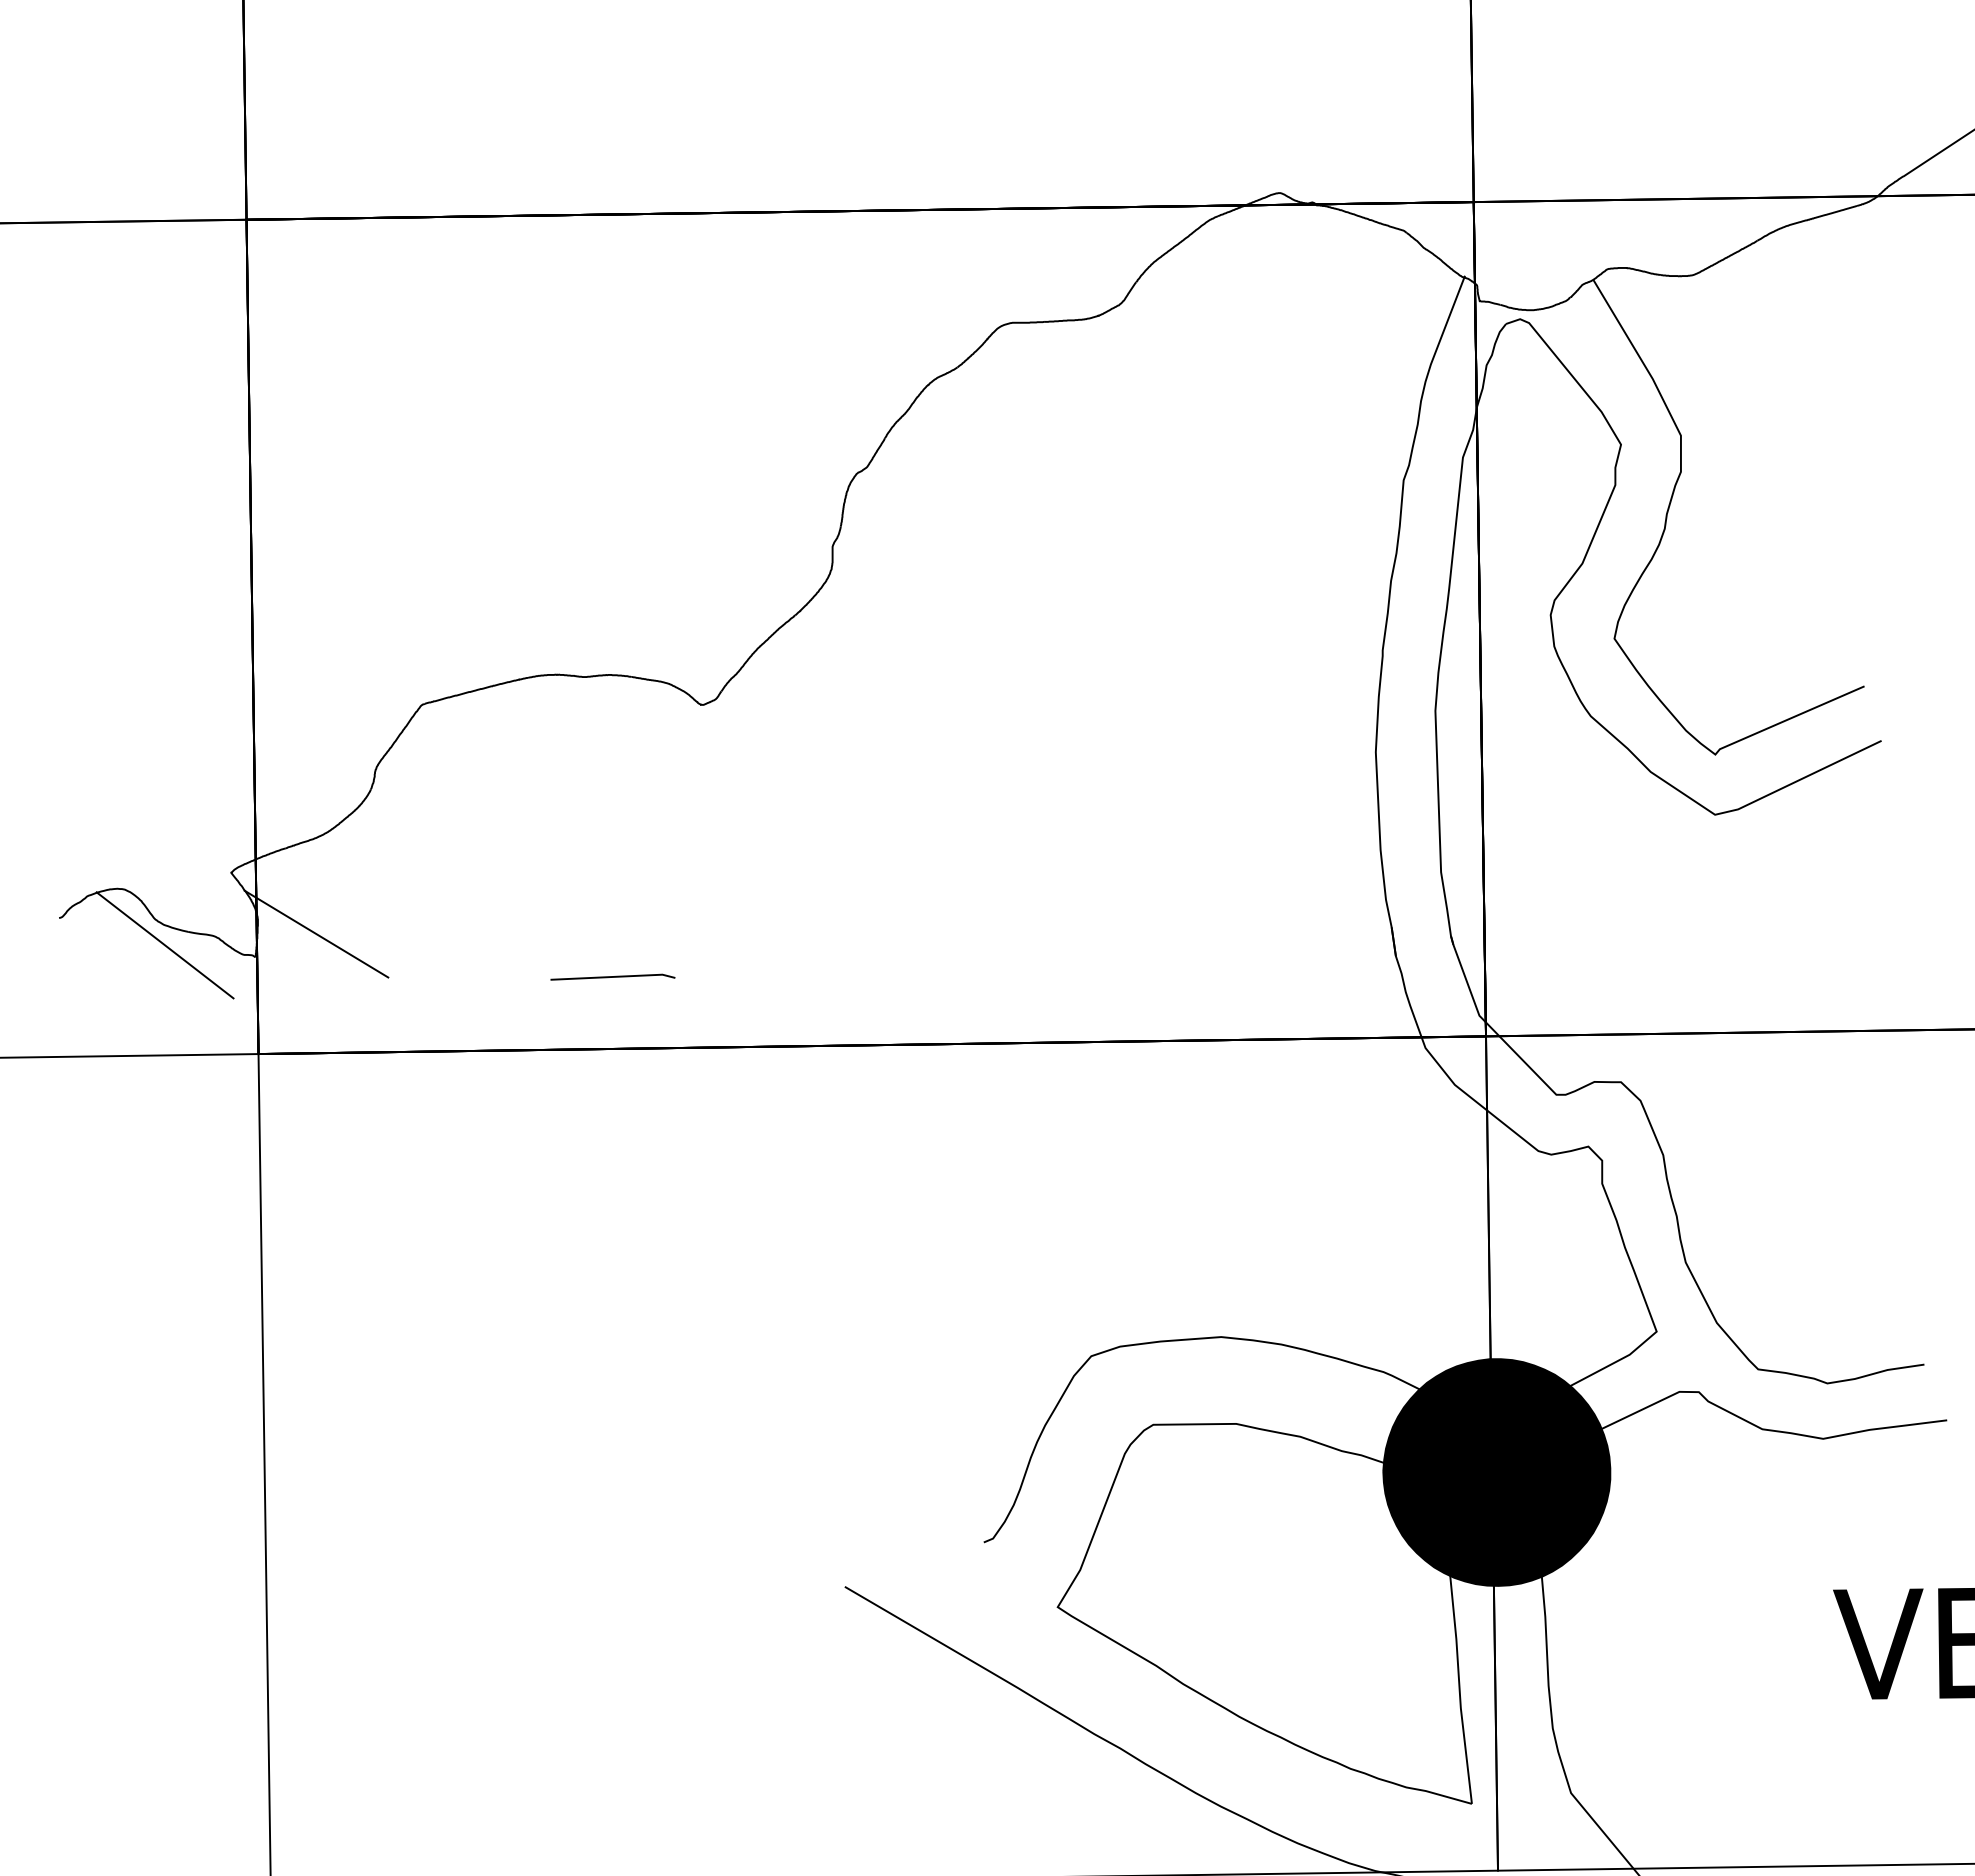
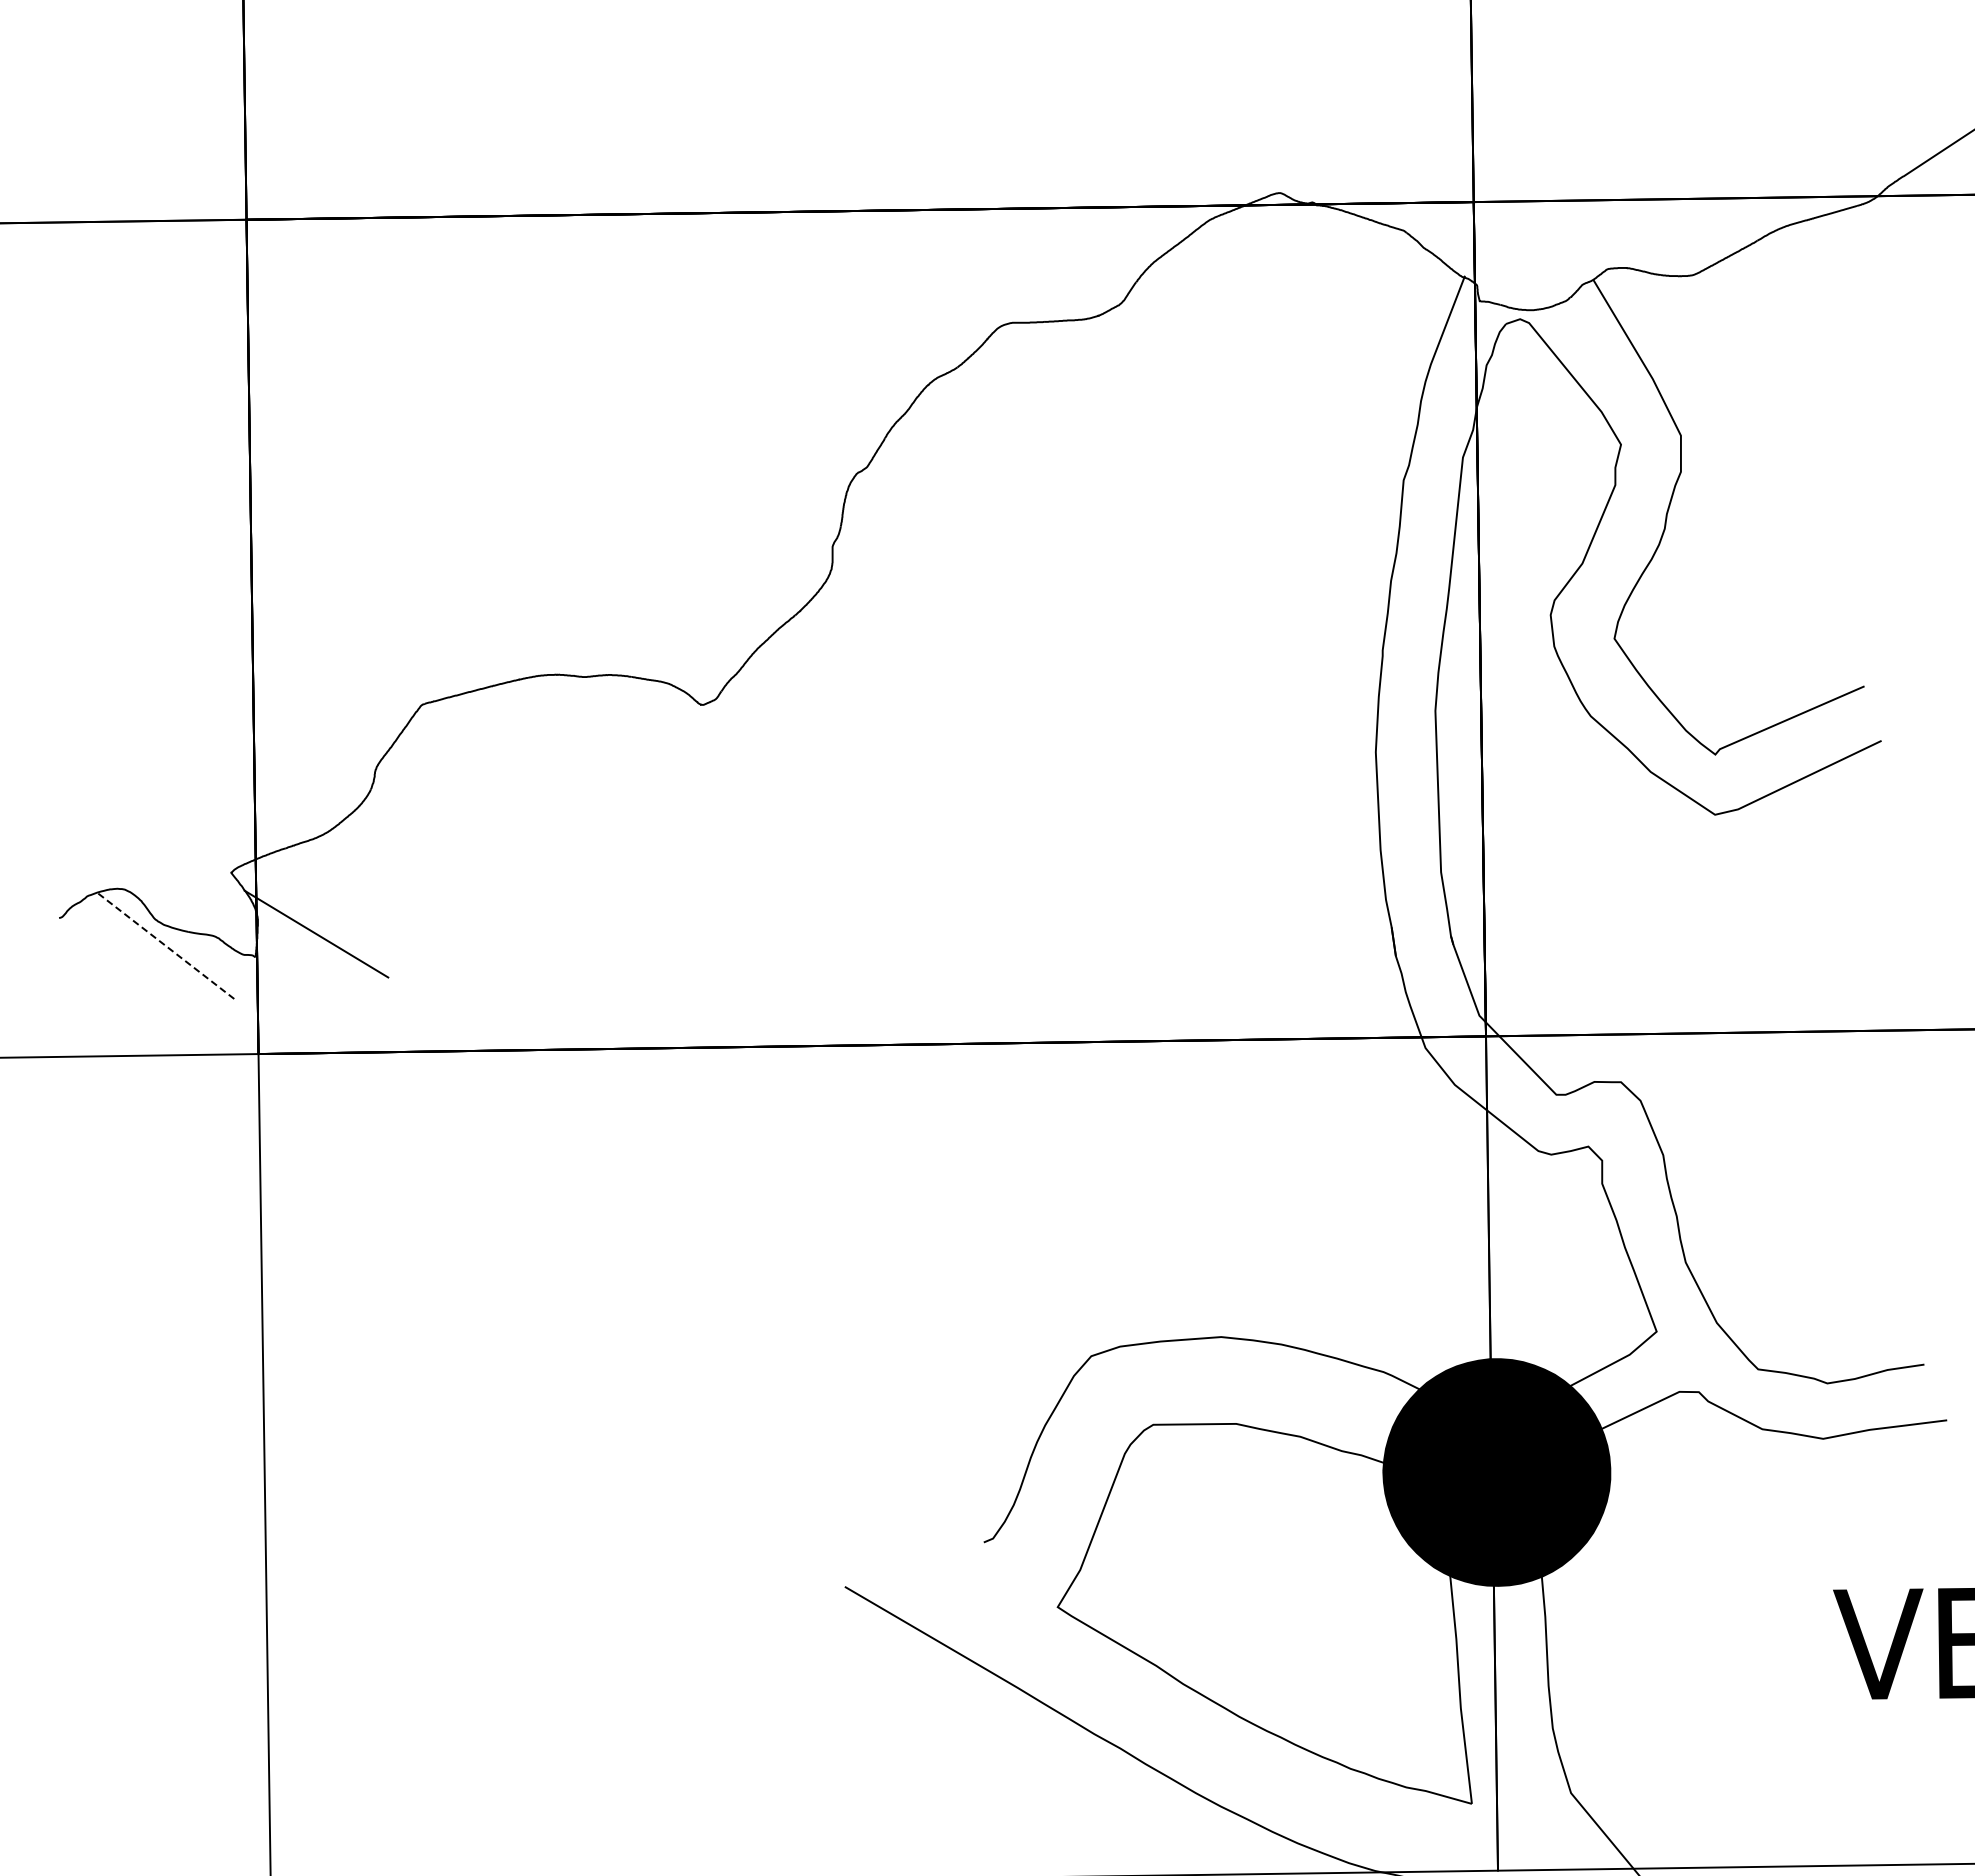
line at (165, 945): solid -> dashed
line at (612, 976): present -> none
